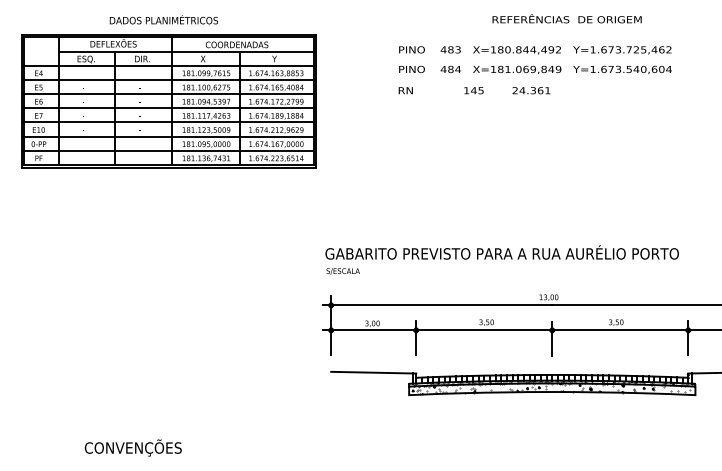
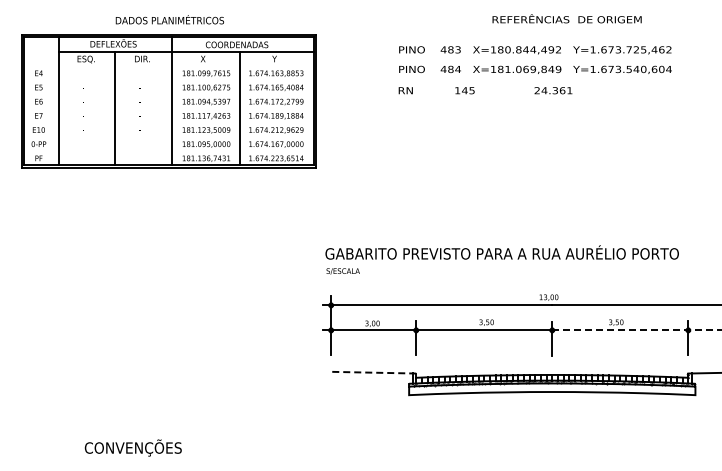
text at (163, 19) position: (163, 19) -> (169, 19)
line at (168, 65): present -> none
line at (168, 79): present -> none
text at (473, 90) position: (473, 90) -> (464, 90)
text at (531, 90) position: (531, 90) -> (553, 90)
line at (168, 94): present -> none
line at (168, 108): present -> none
line at (168, 122): present -> none
line at (168, 136): present -> none
line at (168, 150): present -> none
line at (637, 330): solid -> dashed
line at (373, 372): solid -> dashed
hatch at (550, 388): present -> none
